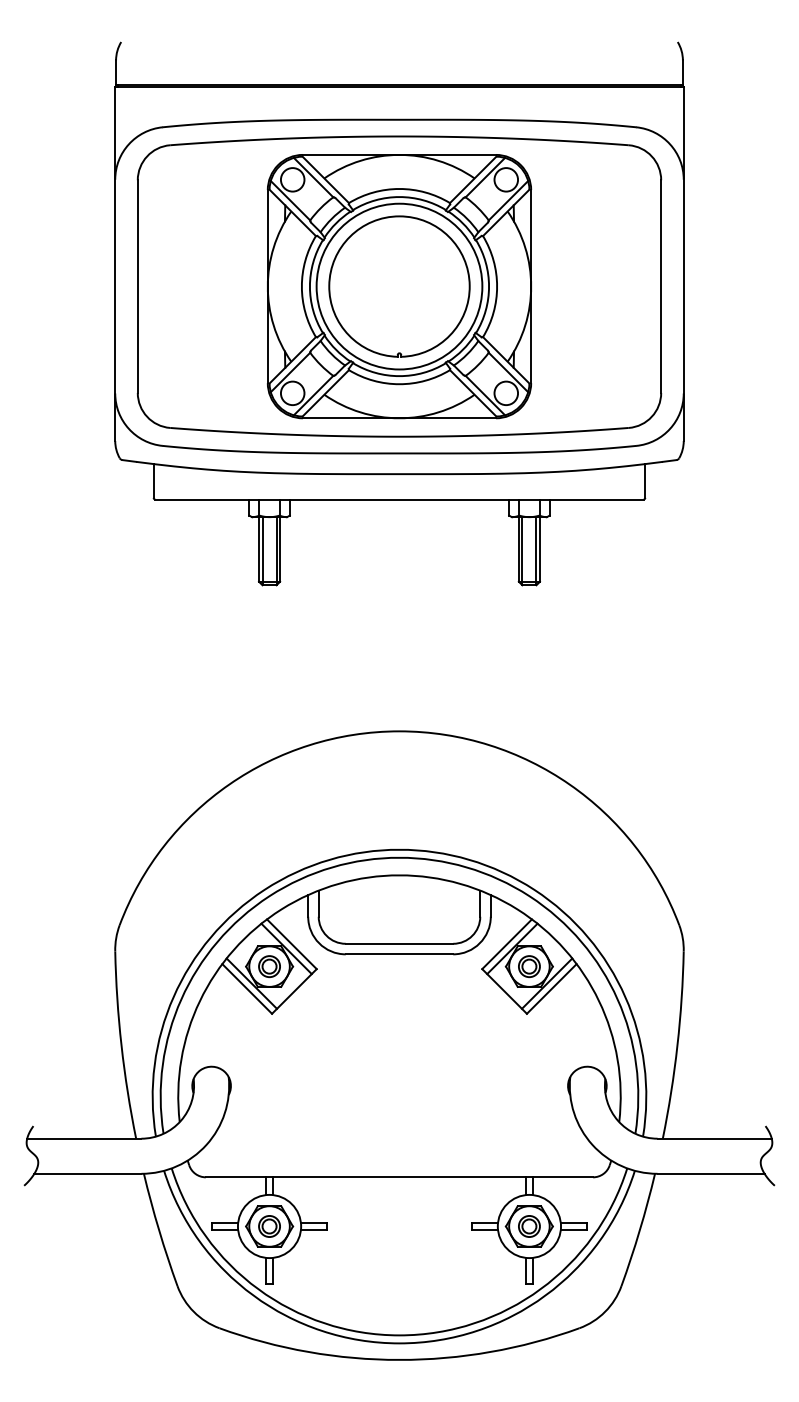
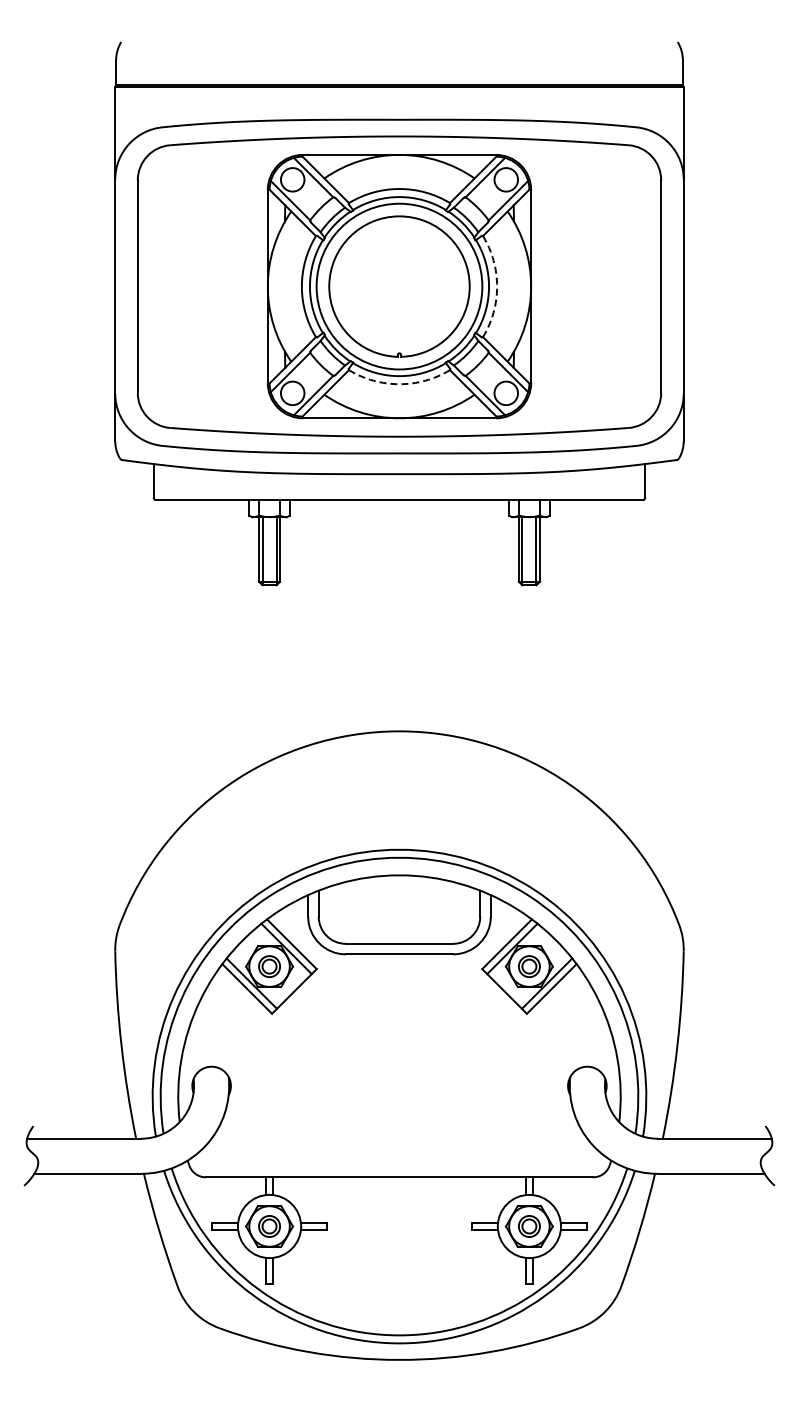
arc at (497, 286): solid -> dashed
arc at (399, 384): solid -> dashed
